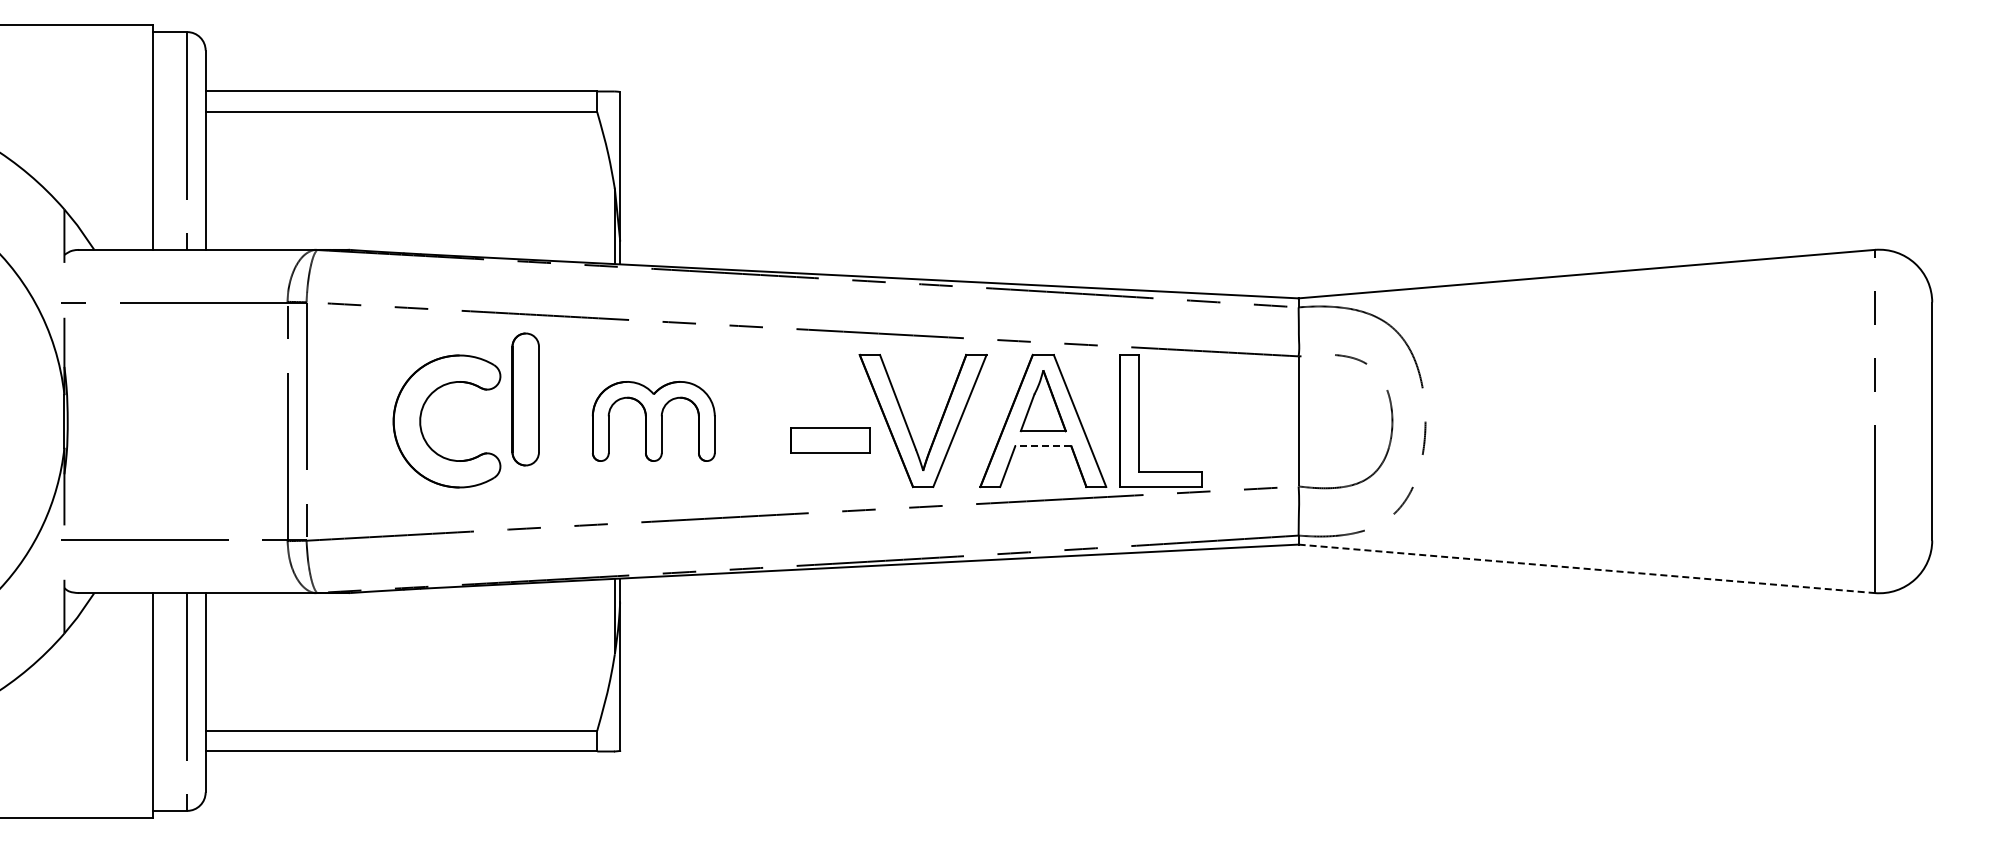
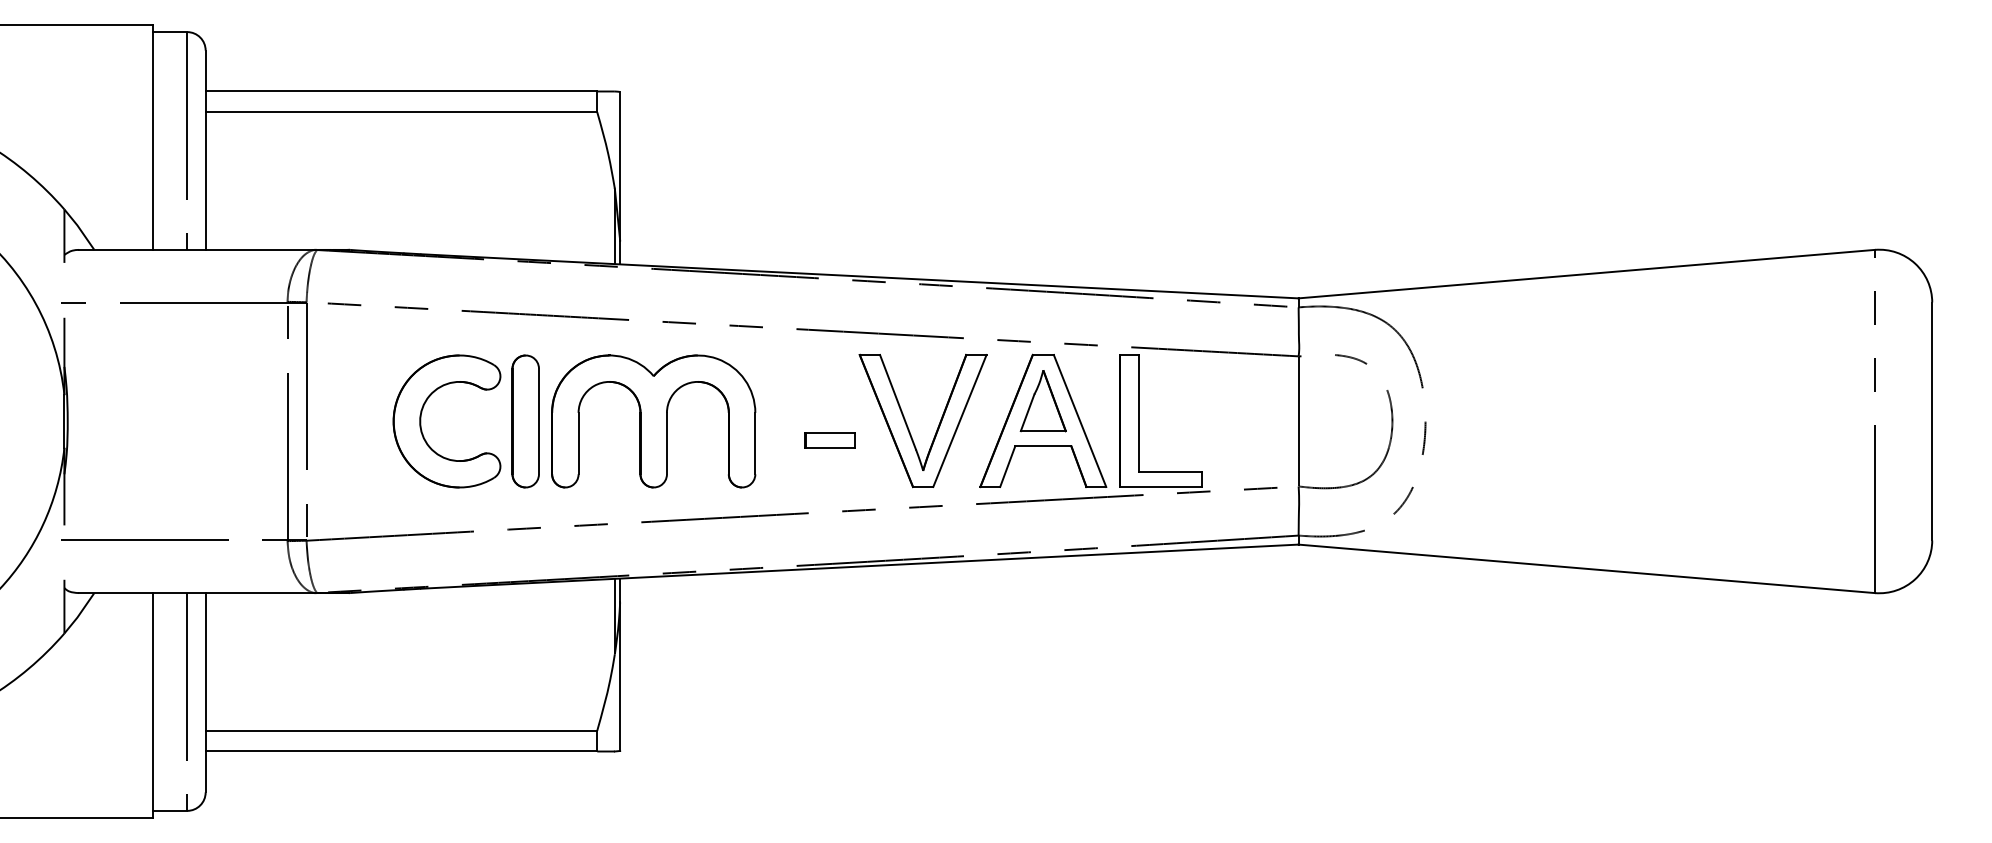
part at (525, 399) position: (525, 399) -> (525, 421)
part at (653, 421) size: 125x81 px -> 206x135 px
part at (830, 440) size: 81x27 px -> 52x17 px
line at (1042, 446): dashed -> solid
line at (1587, 568): dashed -> solid
